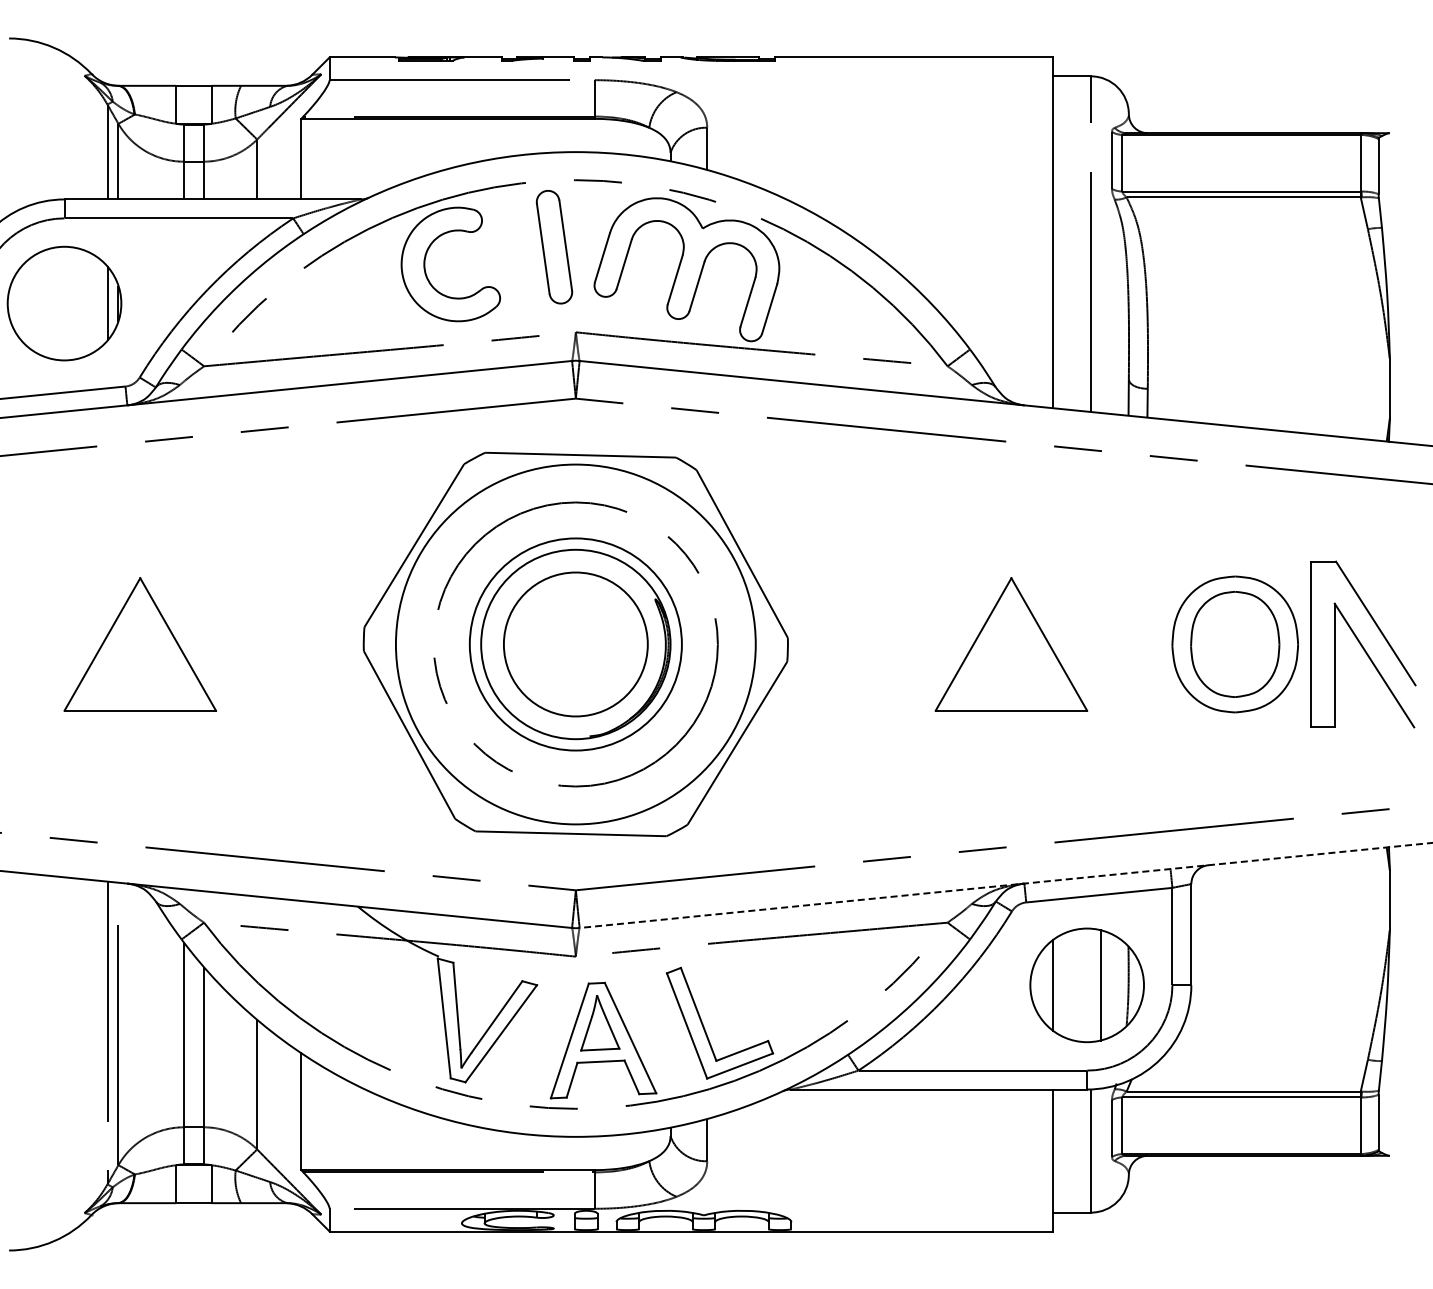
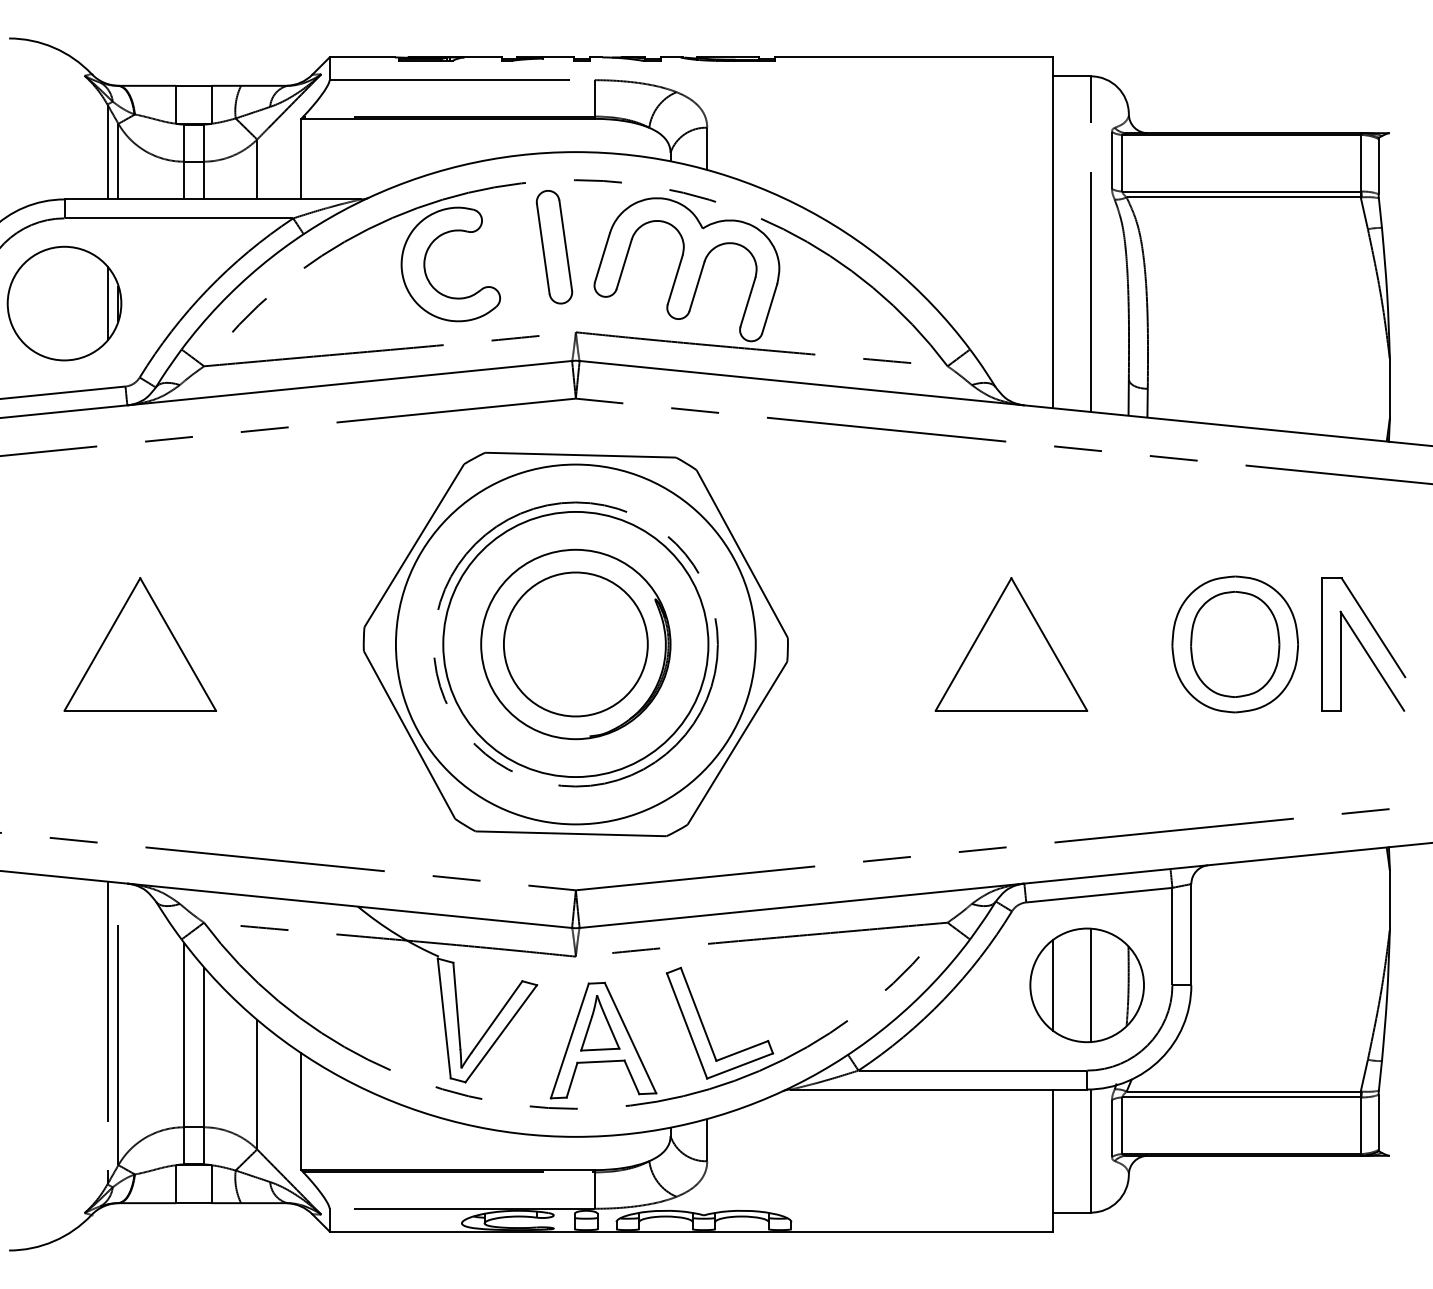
circle at (575, 644) diameter: 212 px -> 265 px
part at (1363, 644) size: 107x169 px -> 86x135 px
line at (1006, 885): dashed -> solid
line at (1100, 985) position: (1100, 985) -> (1090, 985)
